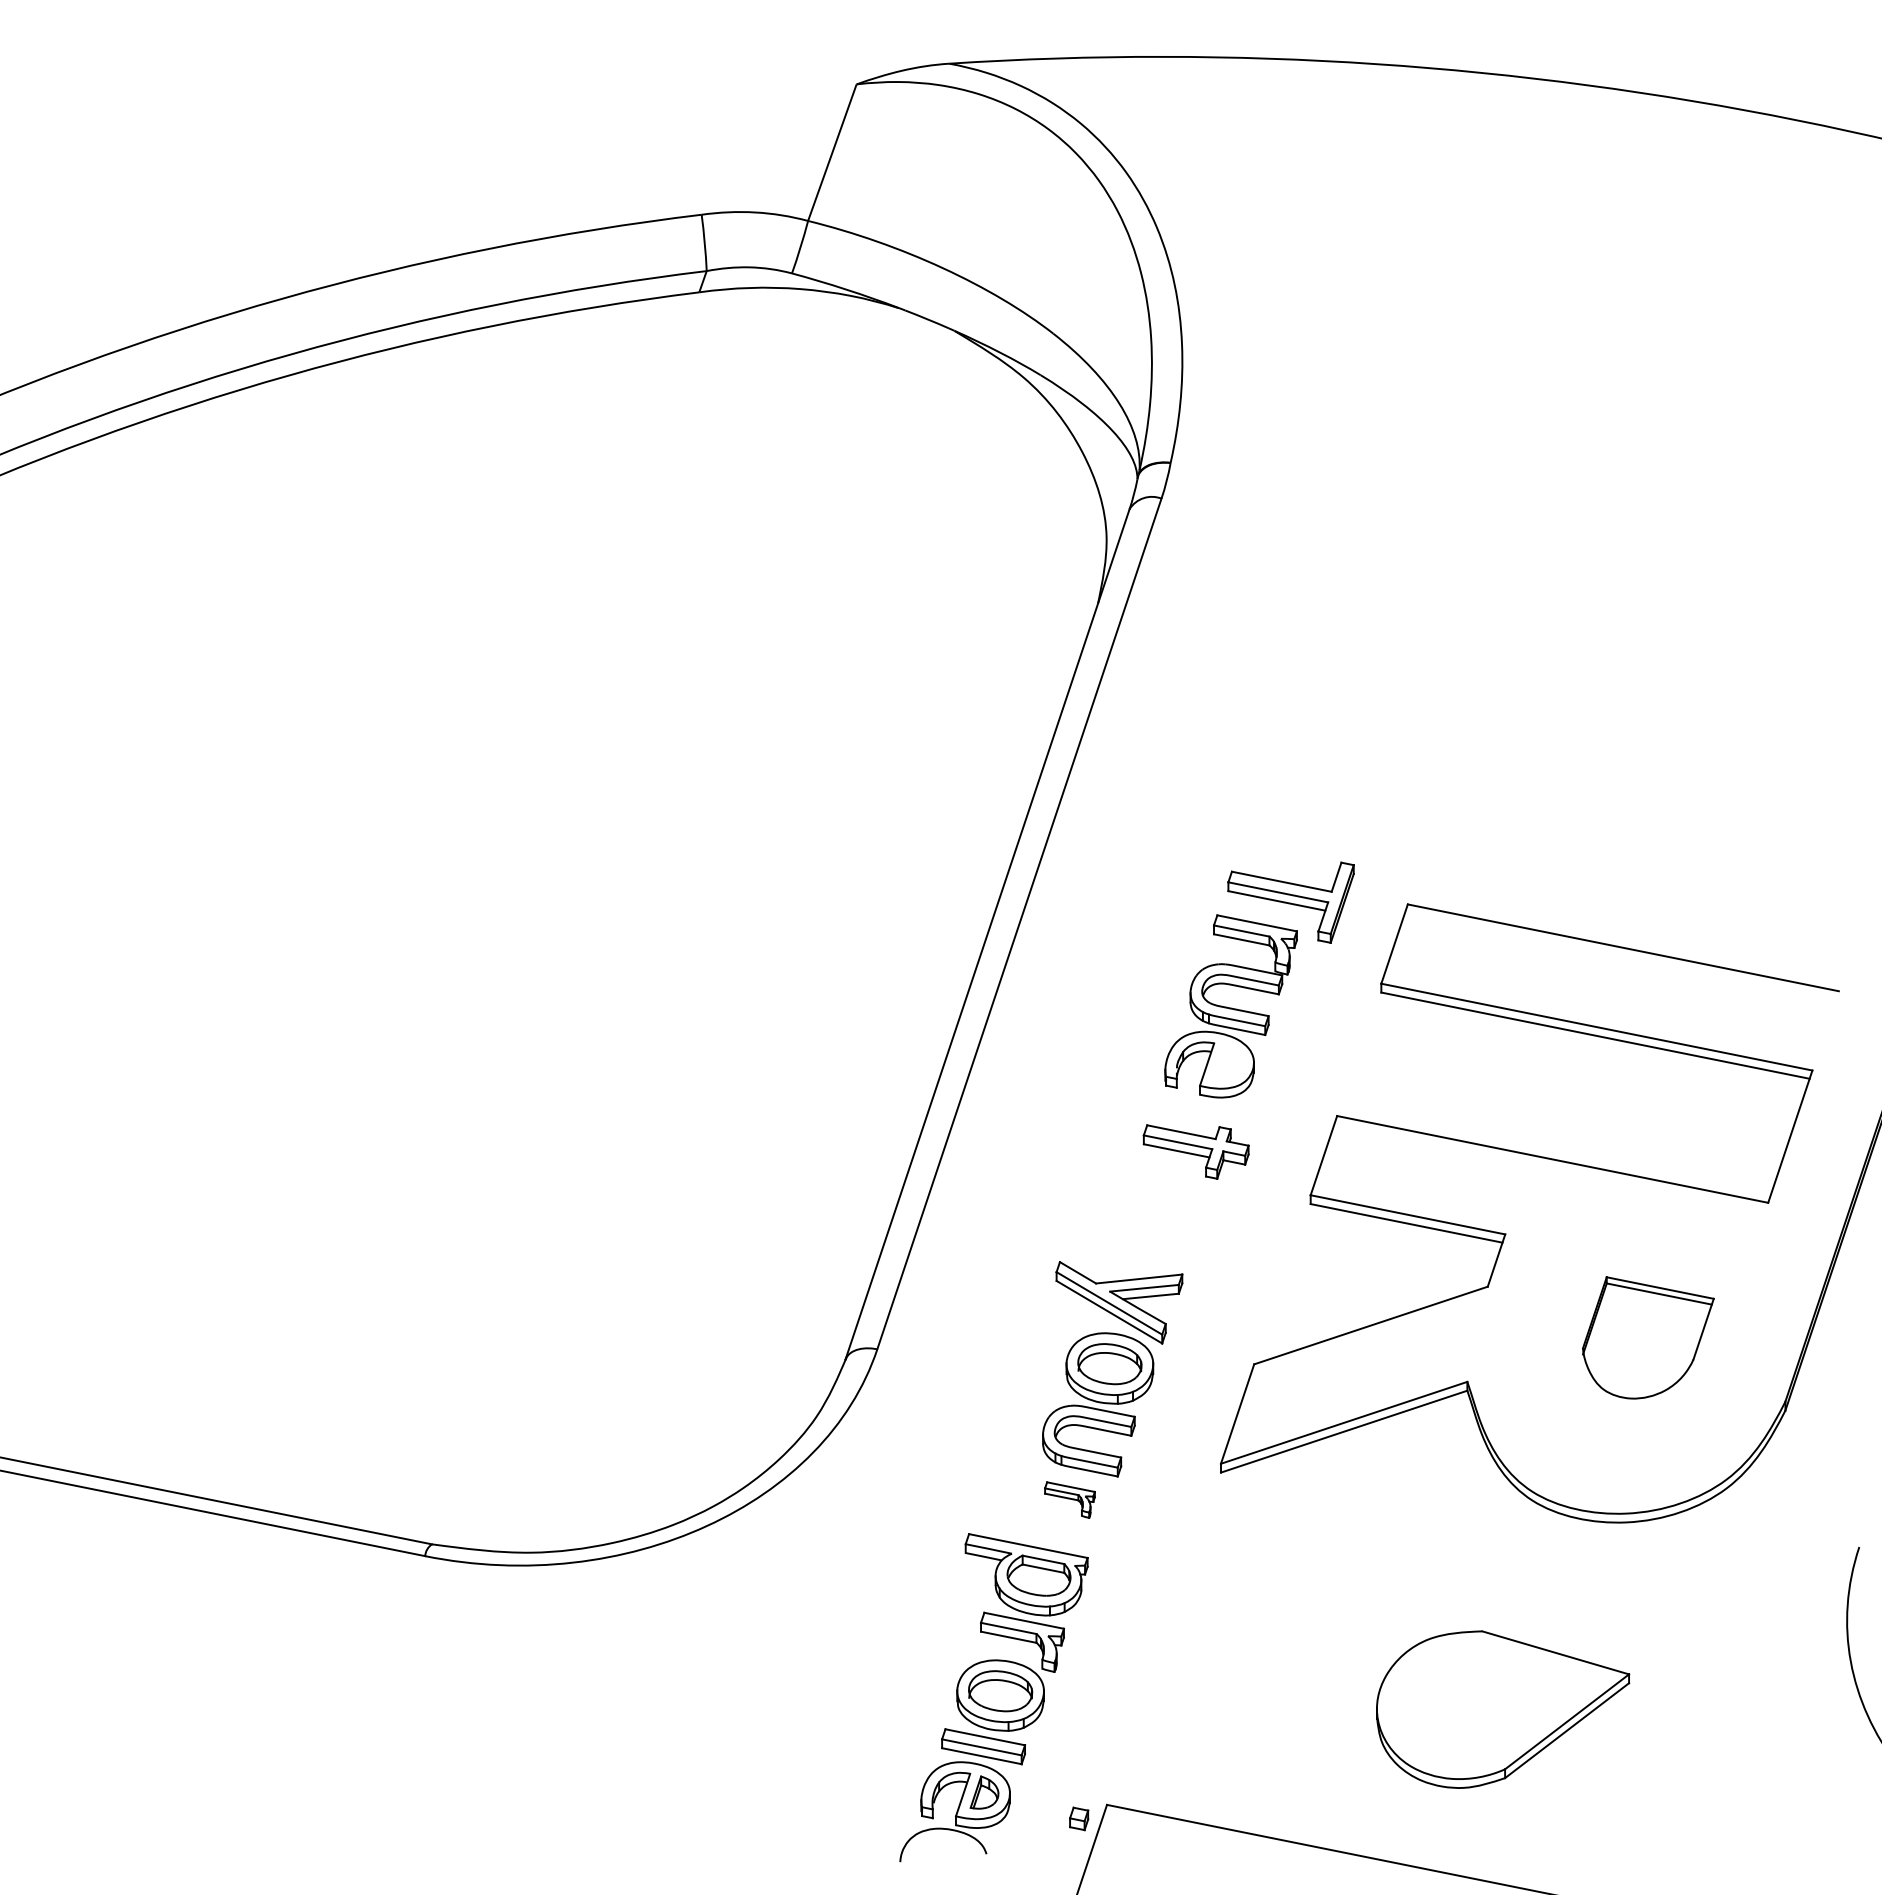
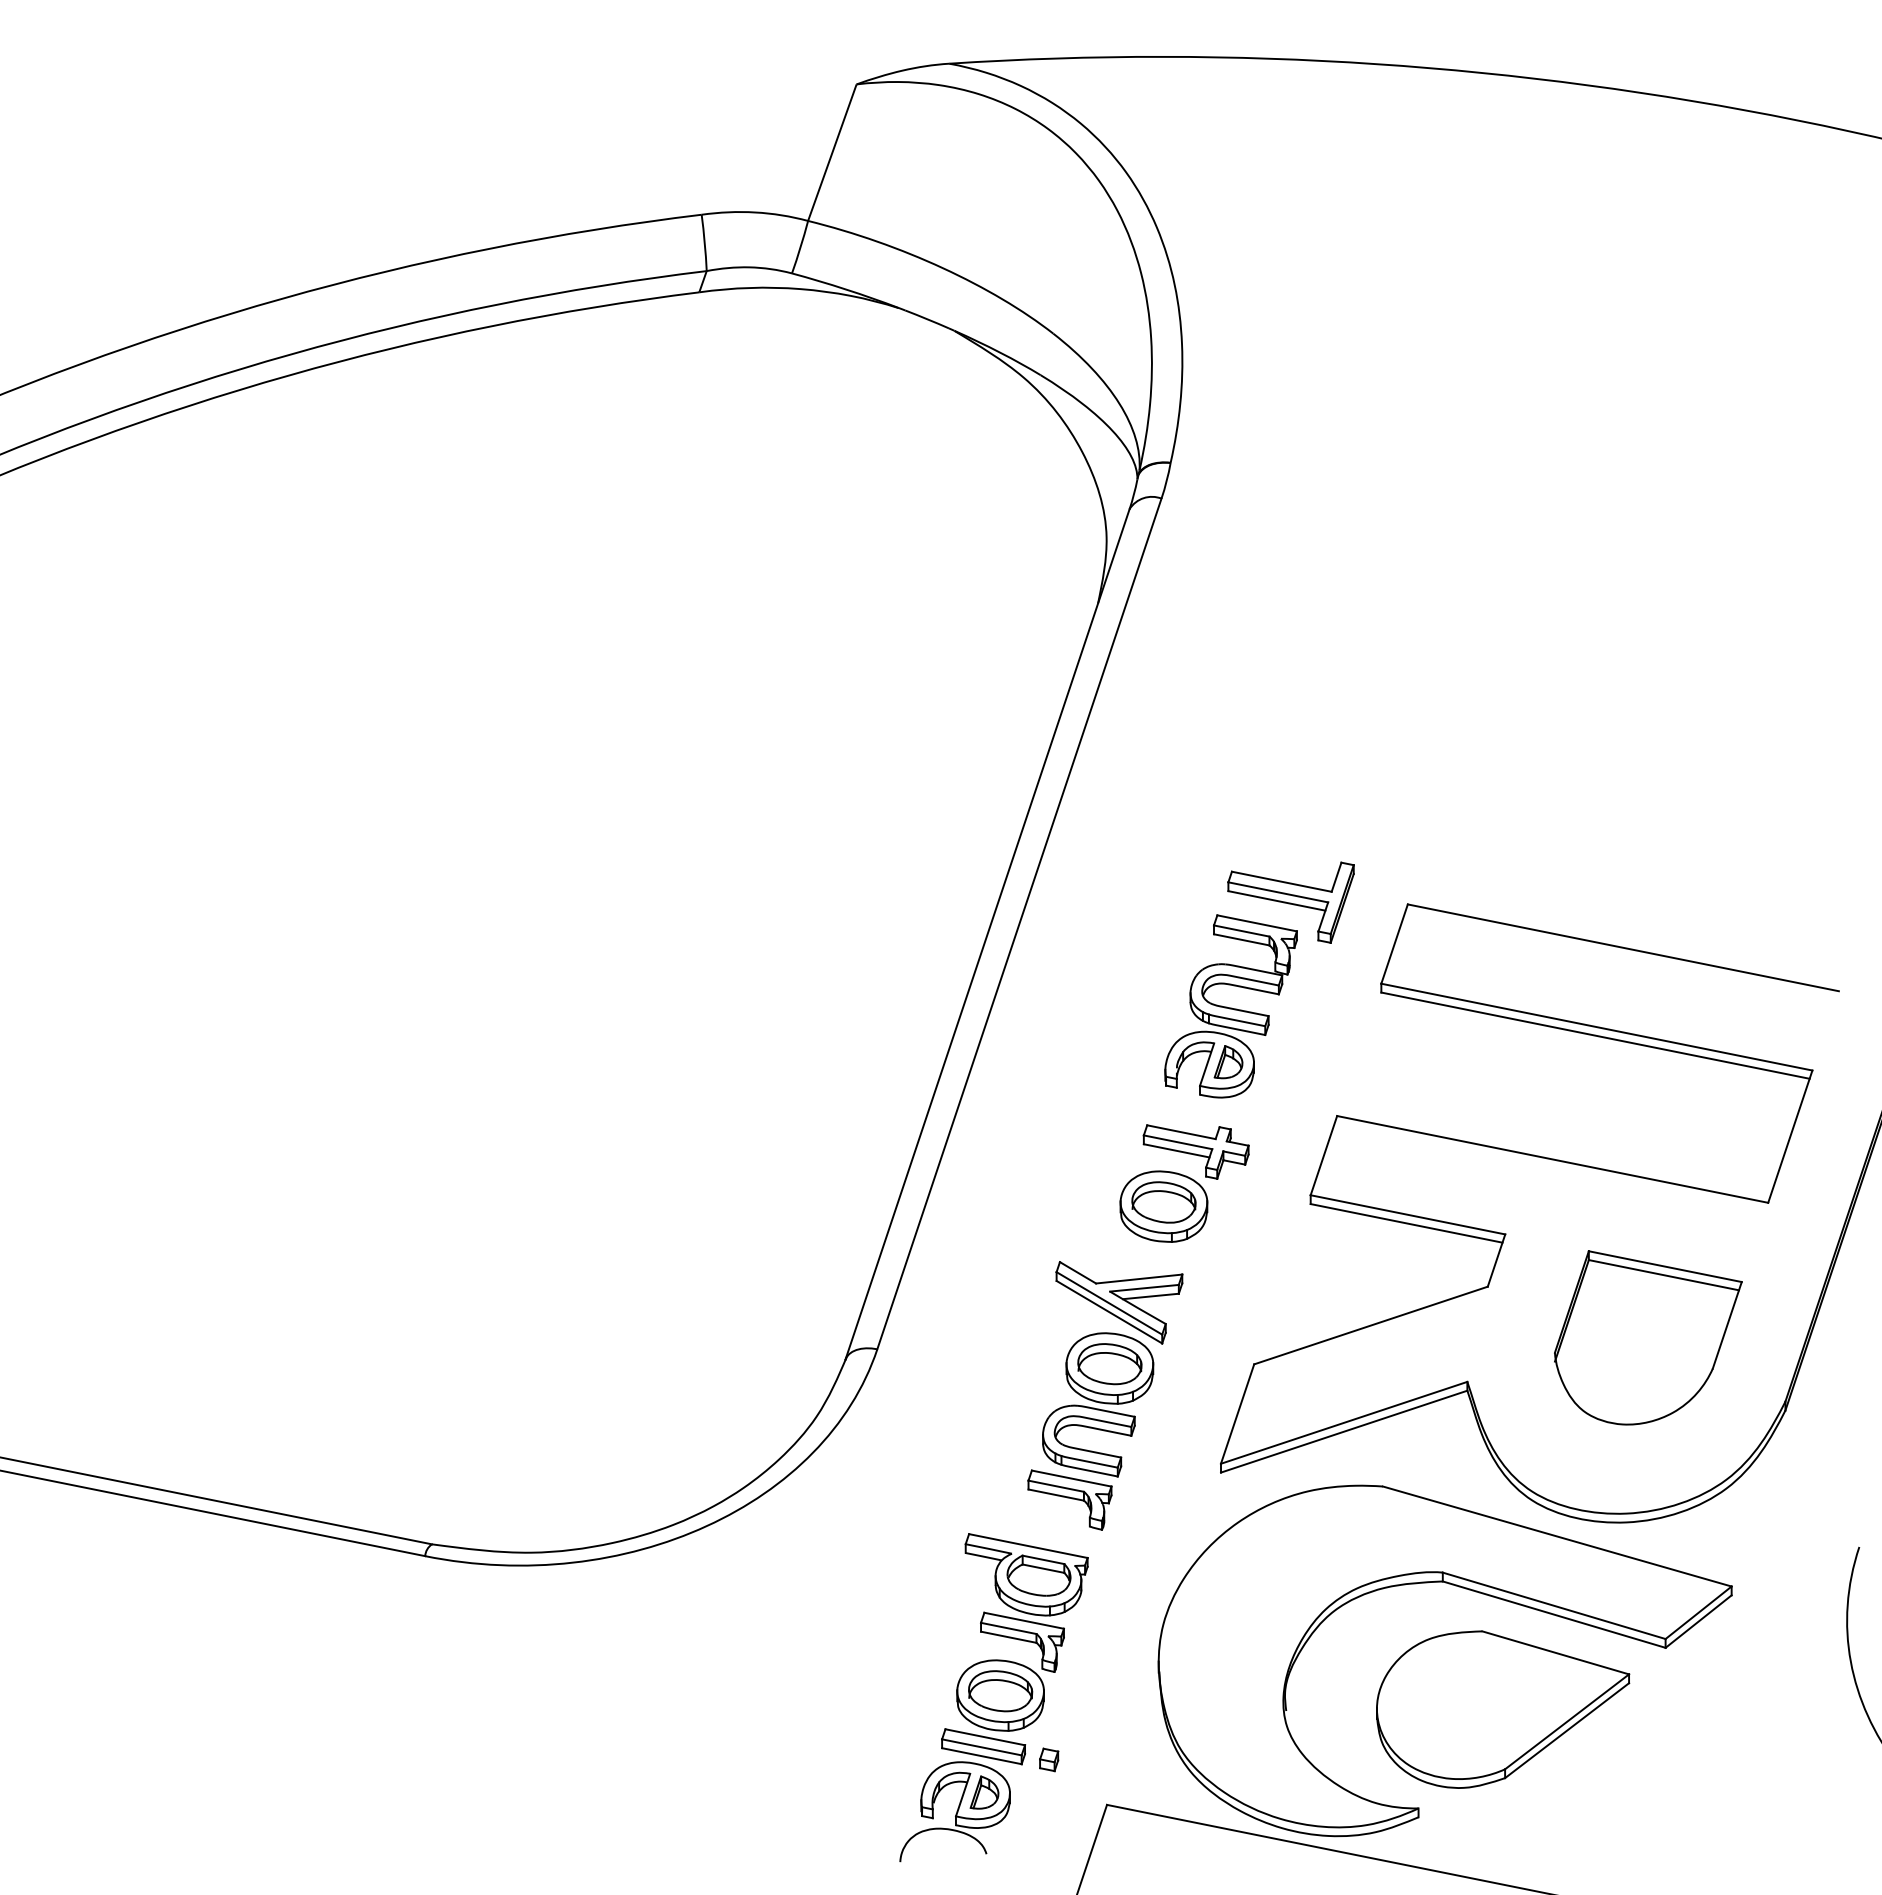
part at (1228, 1062): none -> present
part at (1163, 1206): none -> present
part at (1648, 1337) size: 133x124 px -> 189x176 px
part at (1069, 1499) size: 52x38 px -> 86x62 px
part at (1465, 1589): none -> present
part at (1079, 1818) position: (1079, 1818) -> (1049, 1759)
